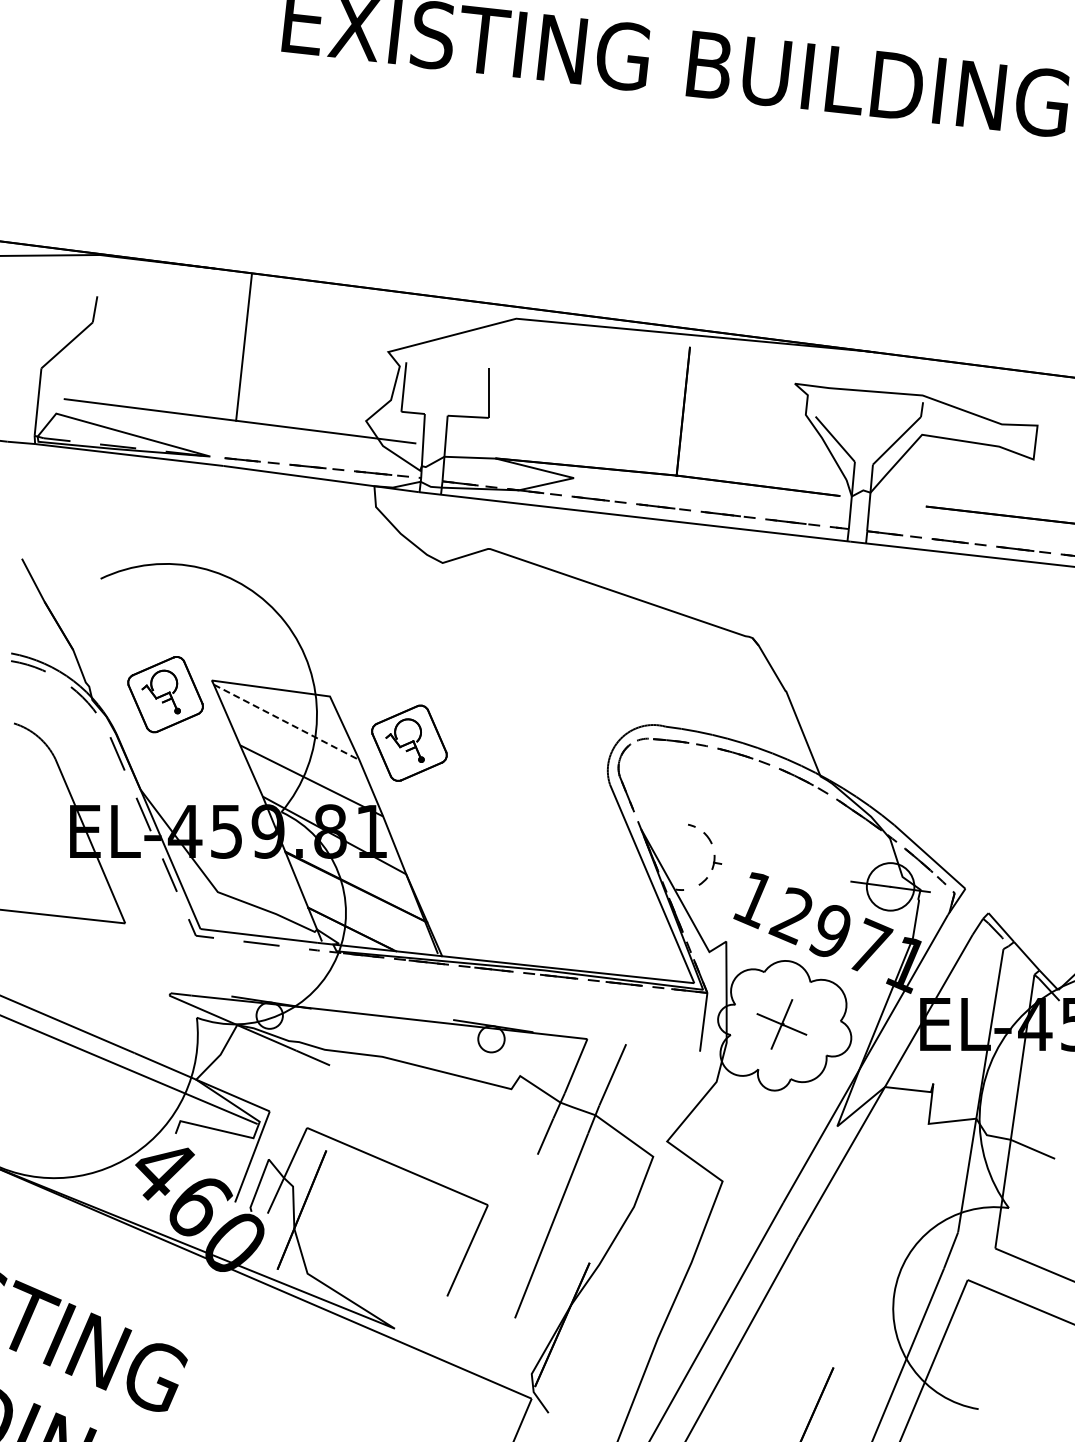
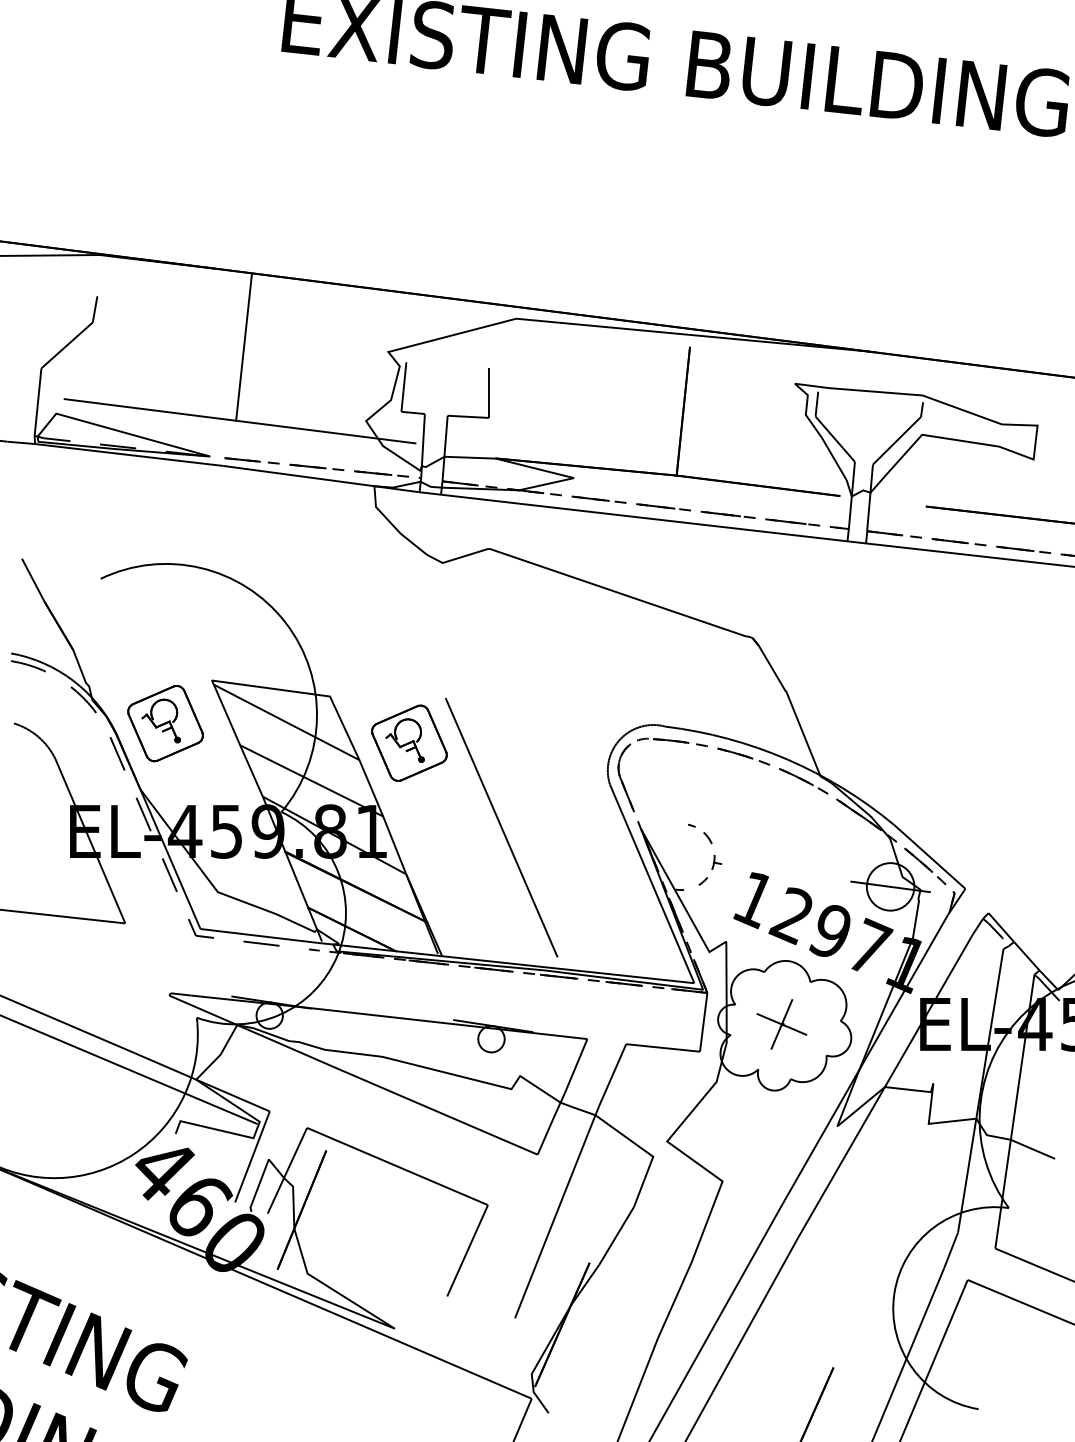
line at (816, 403): none -> present
part at (165, 694) position: (165, 694) -> (165, 723)
line at (286, 722): dashed -> solid
line at (501, 827): none -> present
line at (663, 1047): none -> present
line at (433, 1109): none -> present
